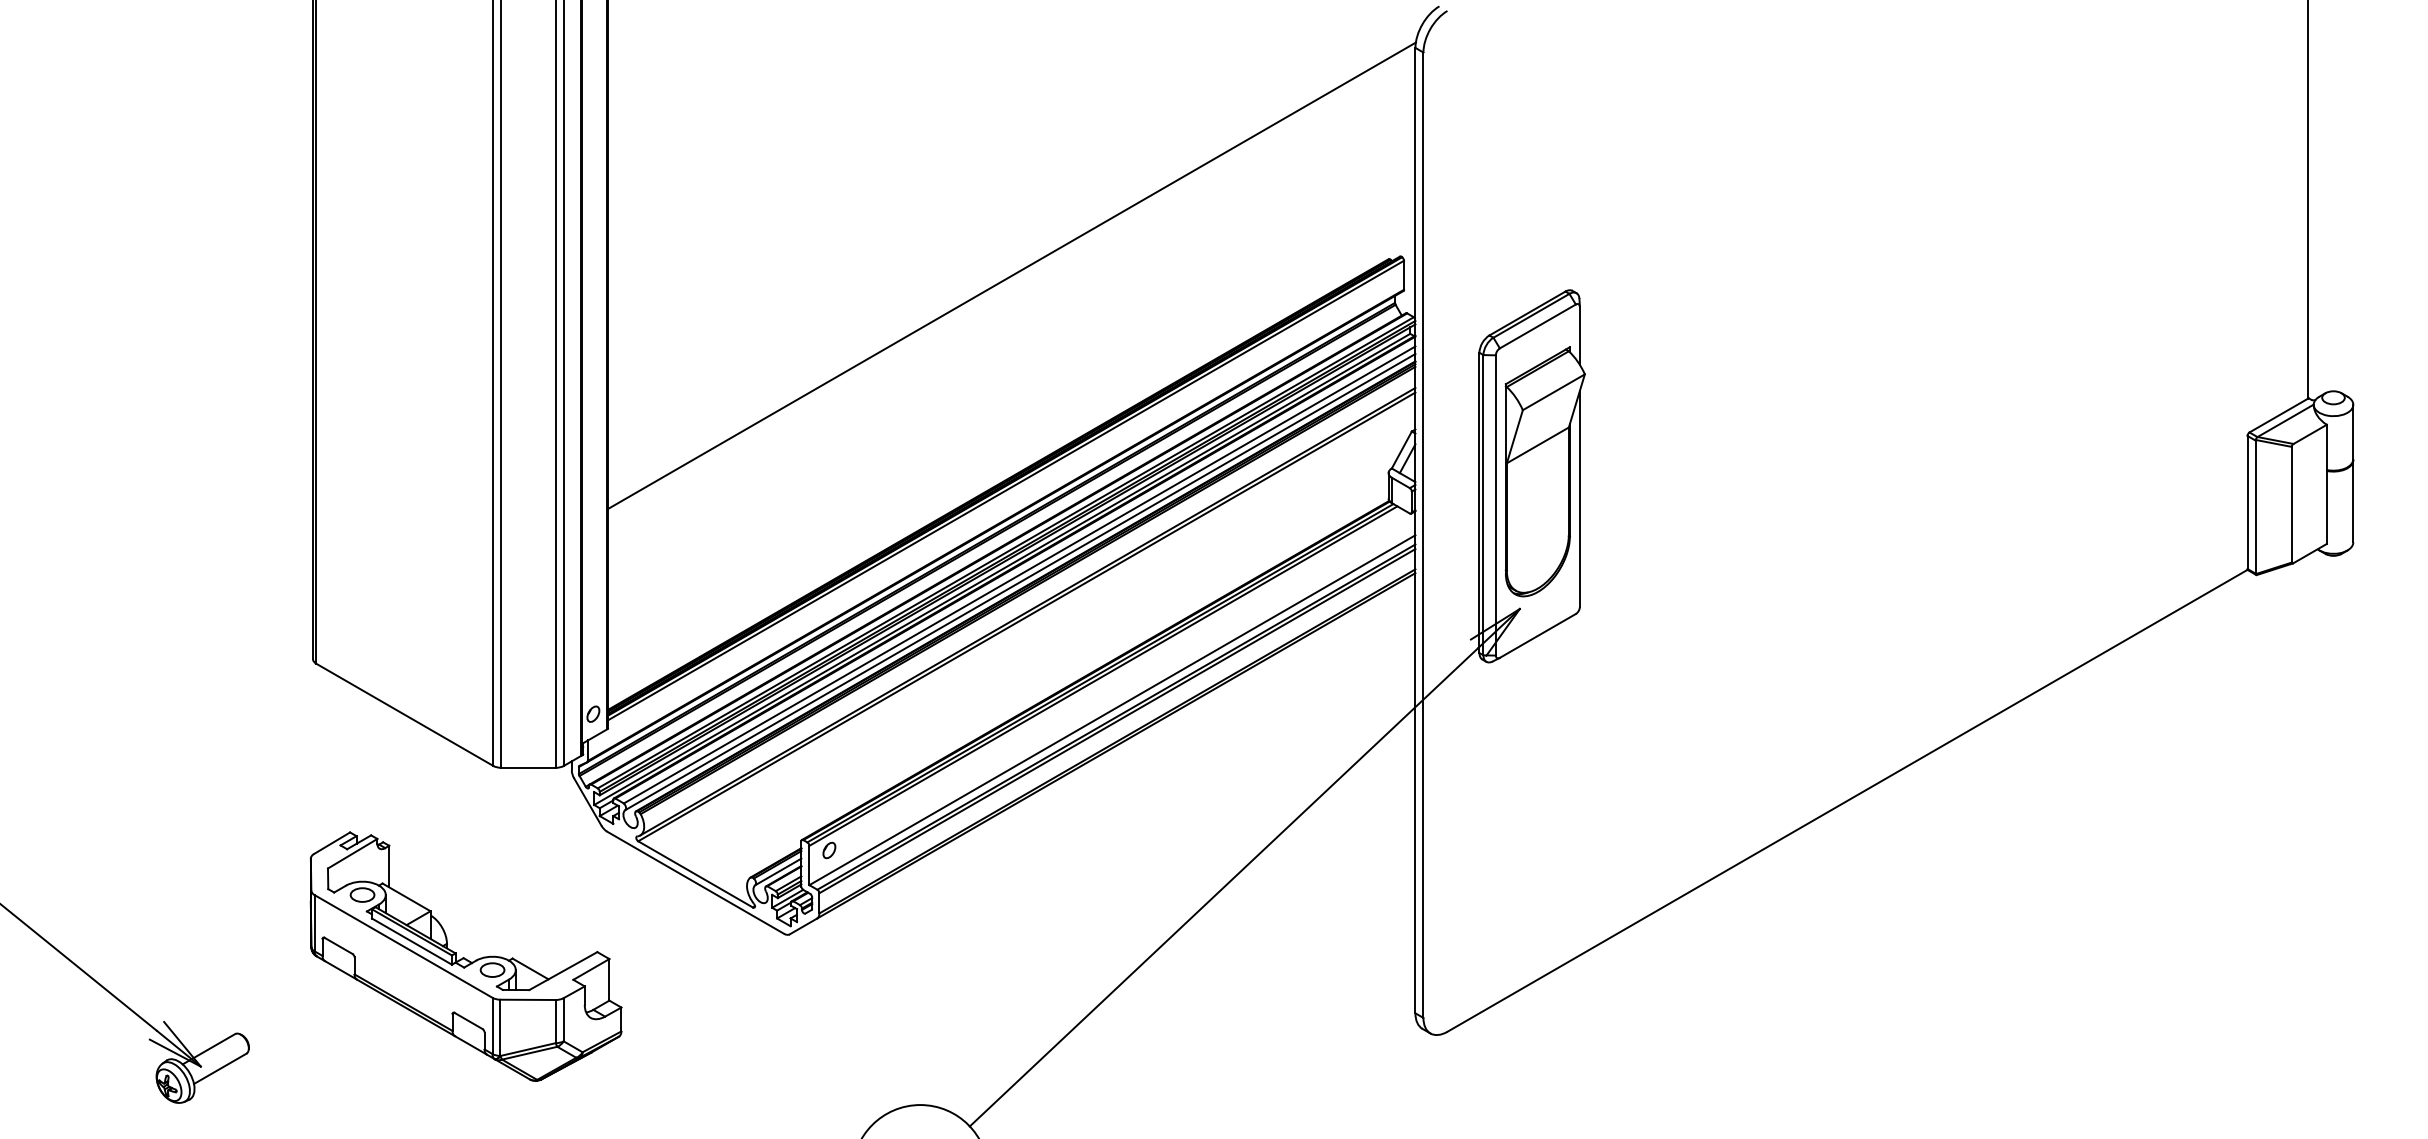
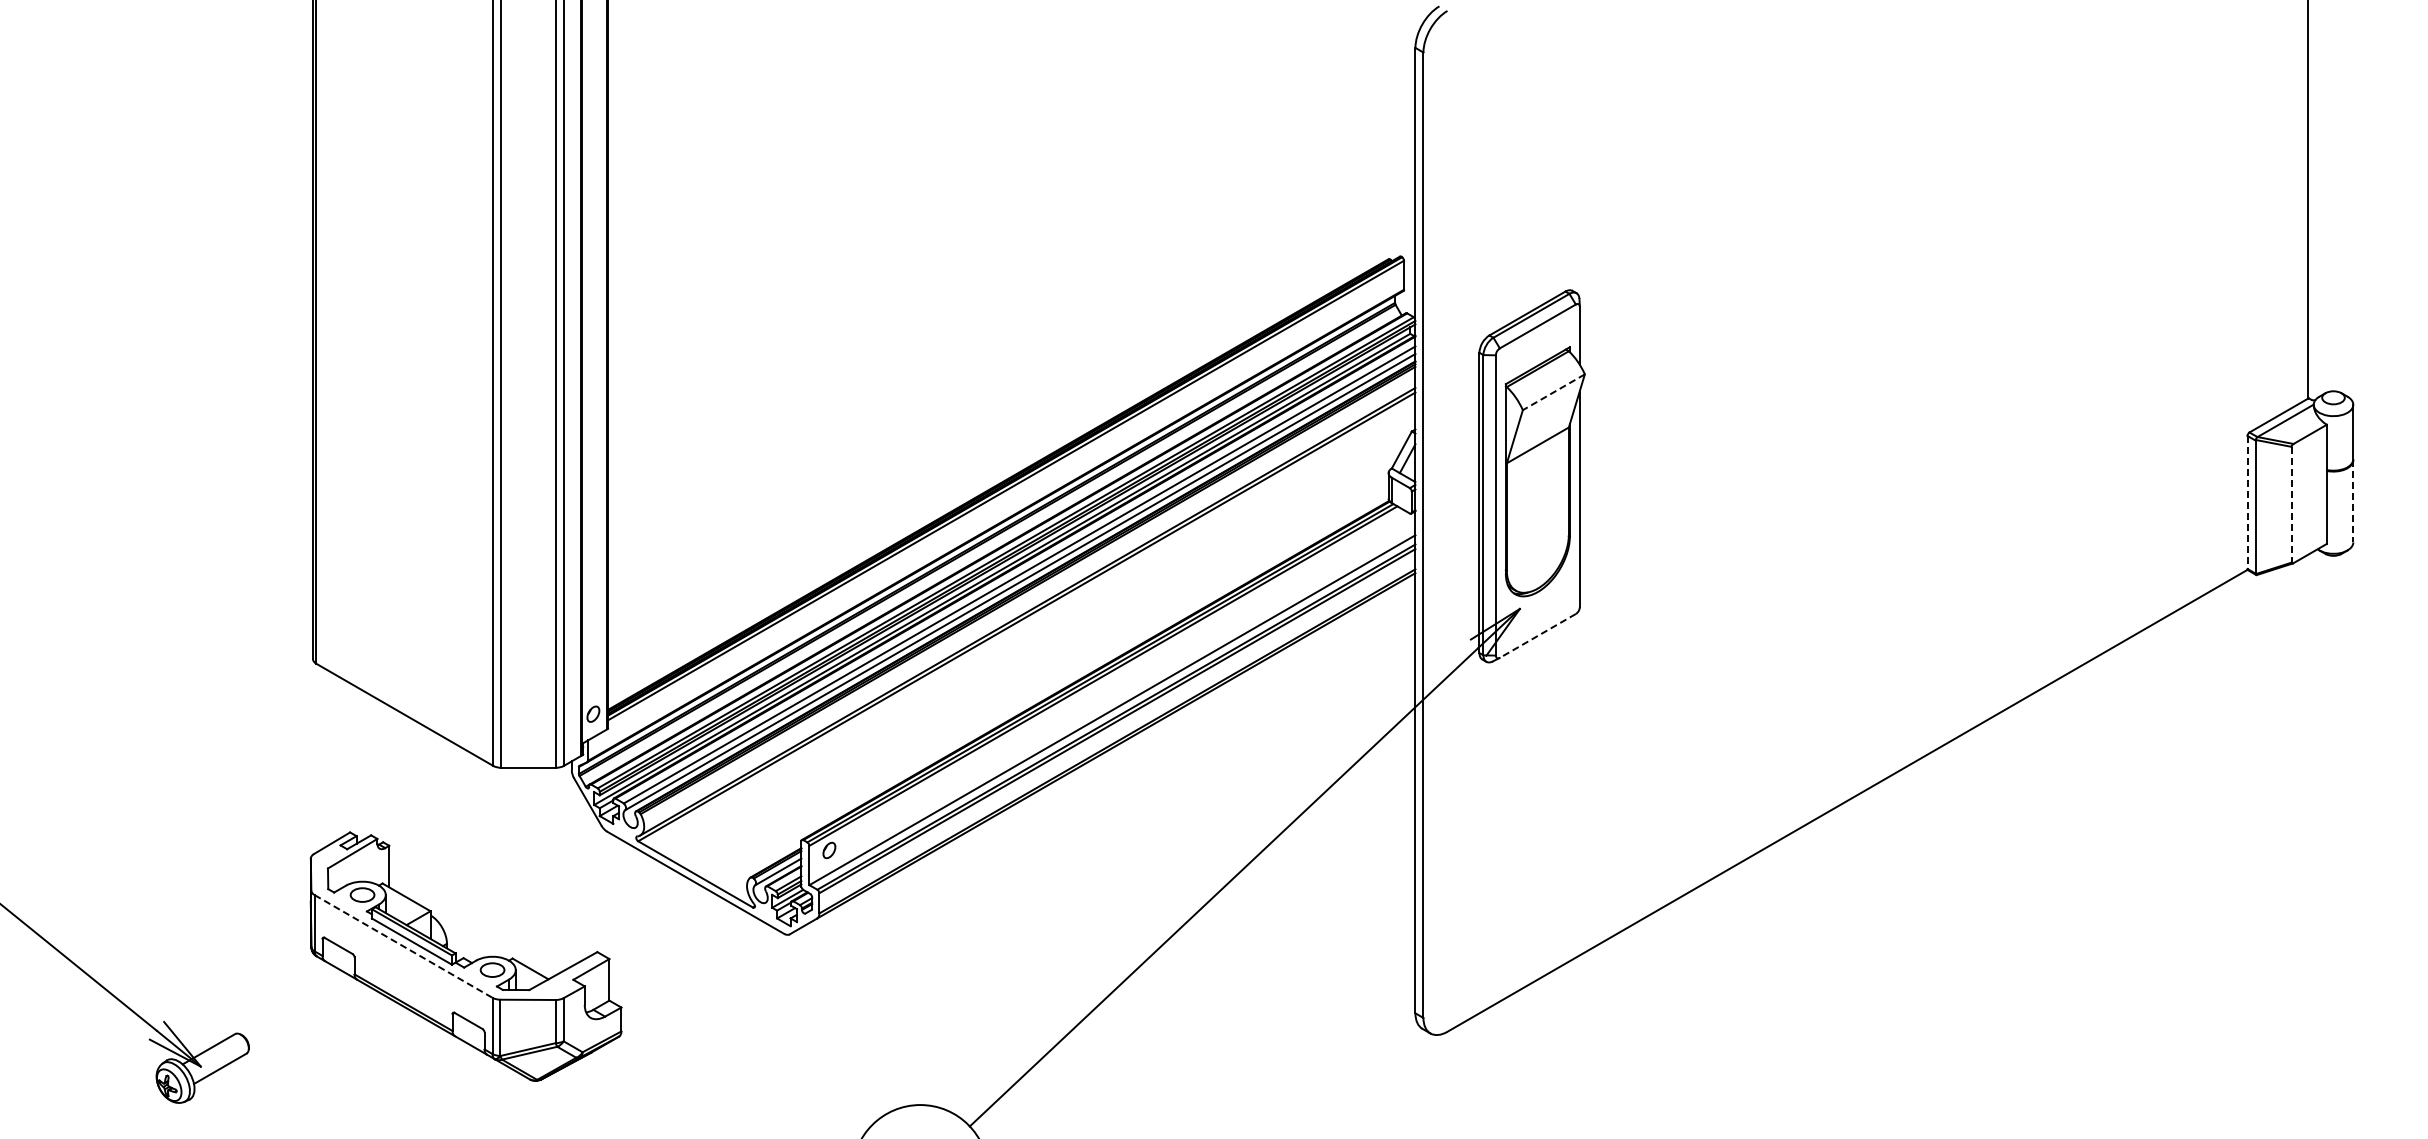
line at (1011, 275): present -> none
line at (1553, 392): solid -> dashed
line at (2353, 501): solid -> dashed
line at (2247, 502): solid -> dashed
line at (2291, 504): solid -> dashed
line at (1537, 635): solid -> dashed
line at (403, 946): solid -> dashed
